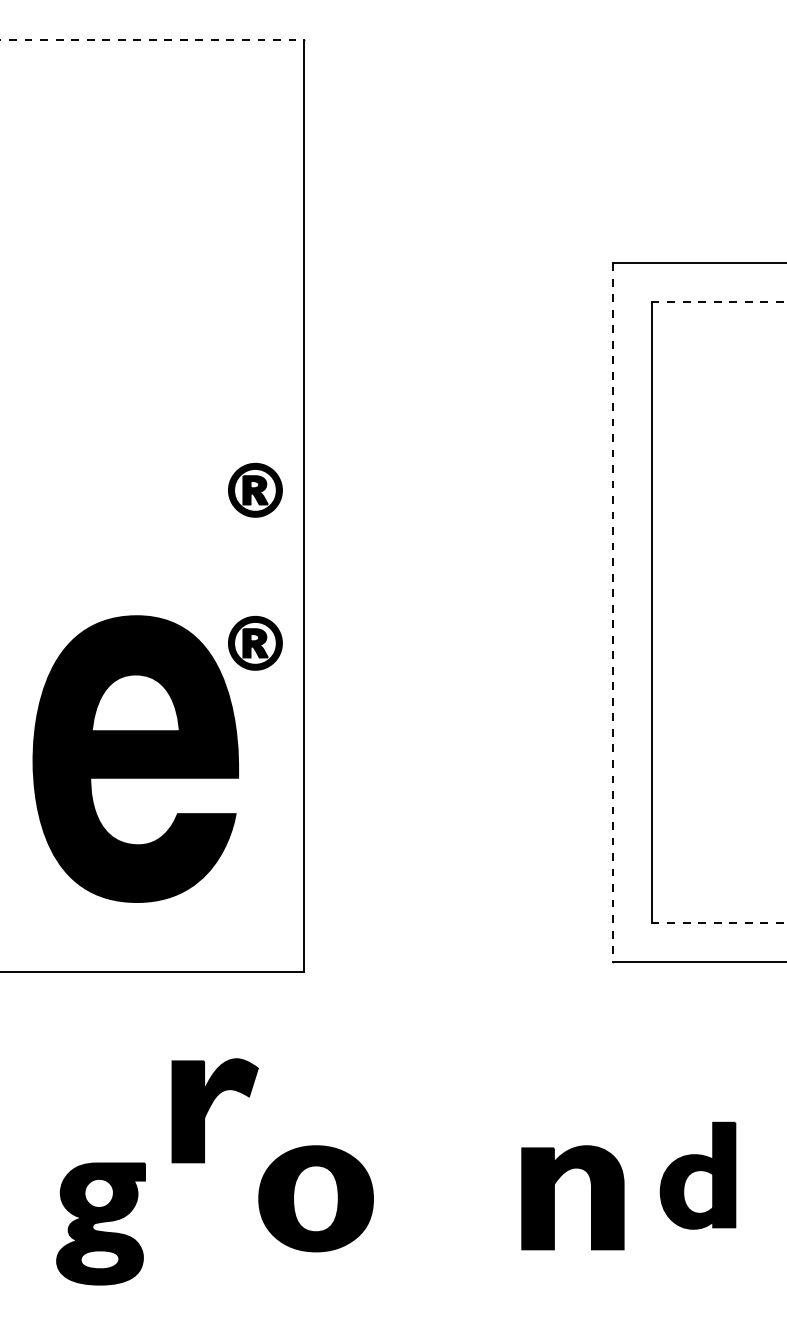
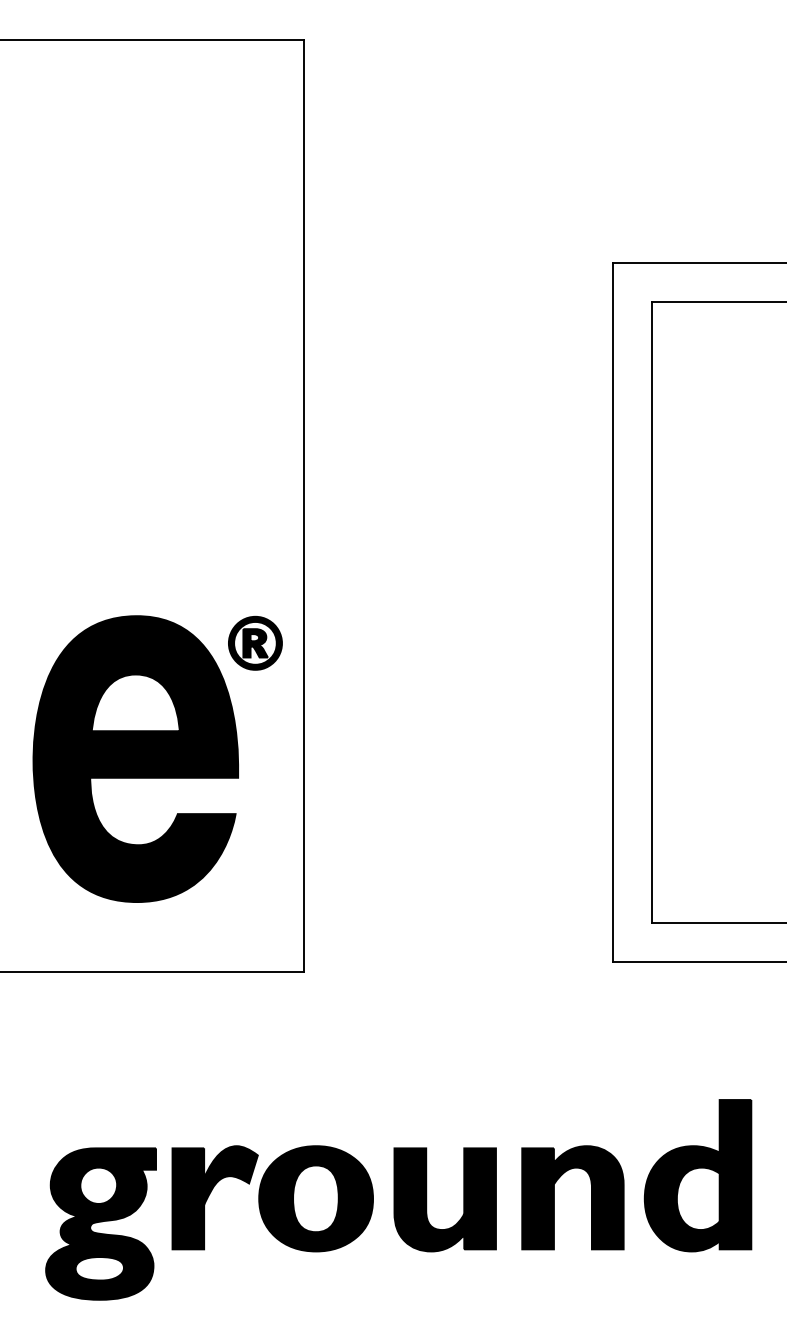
line at (152, 40): dashed -> solid
line at (718, 302): dashed -> solid
part at (255, 489): present -> none
line at (612, 613): dashed -> solid
line at (719, 923): dashed -> solid
part at (214, 1110) position: (214, 1110) -> (214, 1197)
part at (697, 1175) size: 78x109 px -> 110x154 px
part at (427, 1199): none -> present
part at (100, 1223) size: 90x124 px -> 112x154 px
